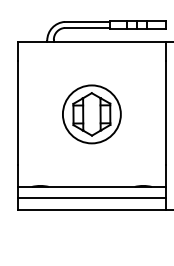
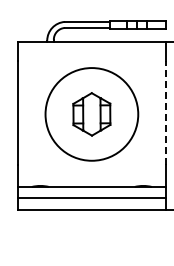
line at (165, 112): solid -> dashed
circle at (91, 114) diameter: 58 px -> 93 px
